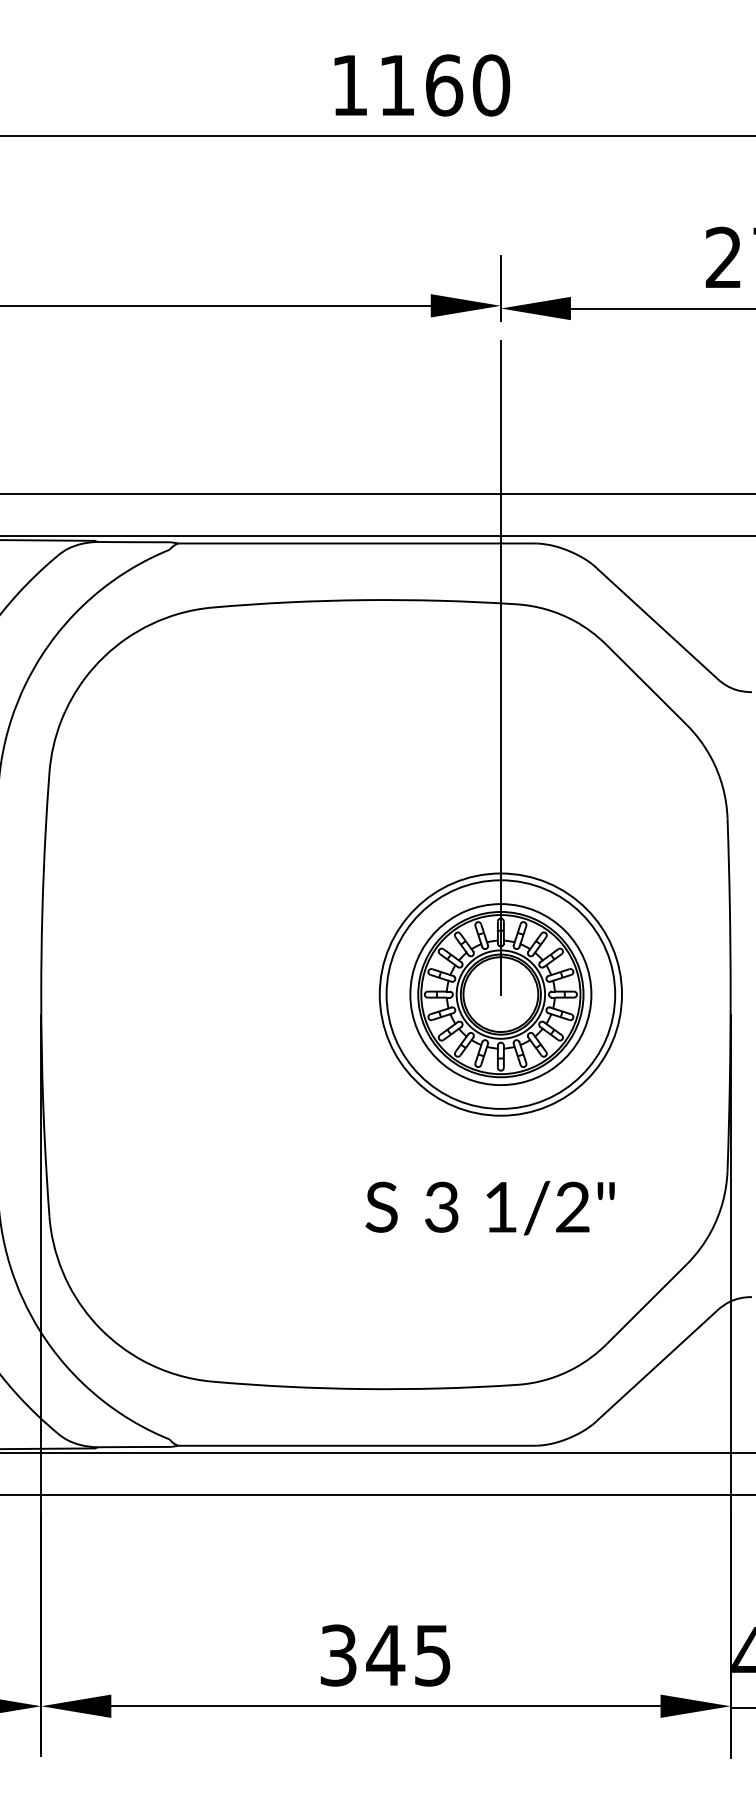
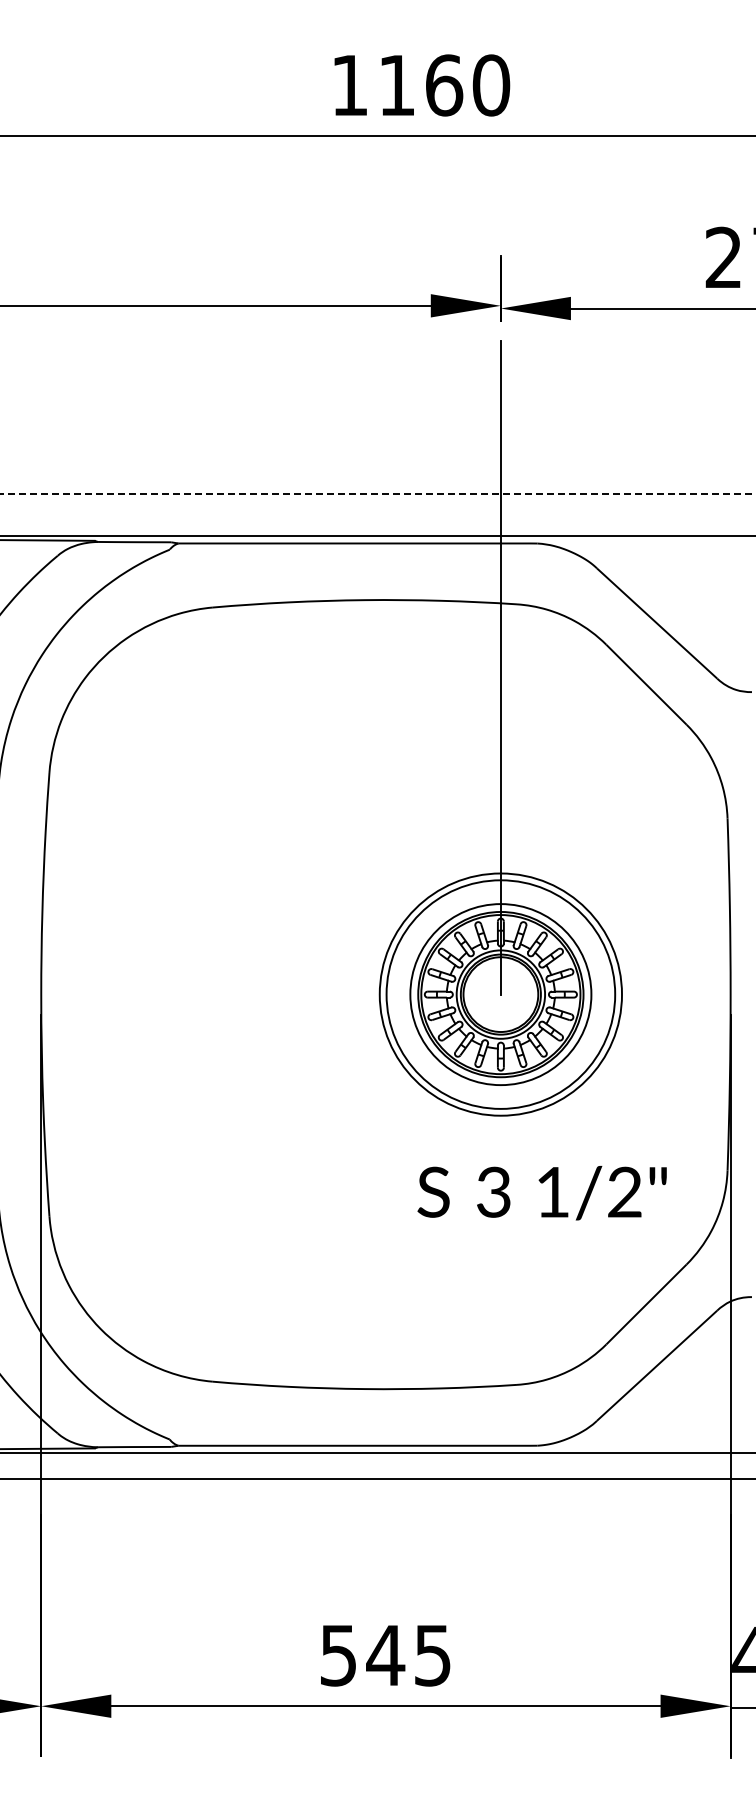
line at (377, 494): solid -> dashed
text at (489, 1208) position: (489, 1208) -> (541, 1193)
line at (377, 1495) position: (377, 1495) -> (377, 1479)
text at (338, 1655): 345 -> 545
